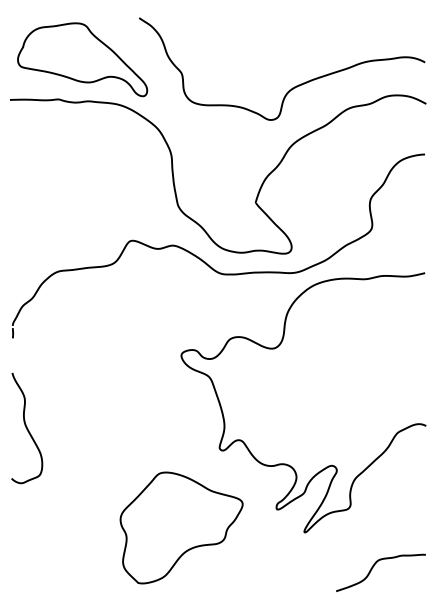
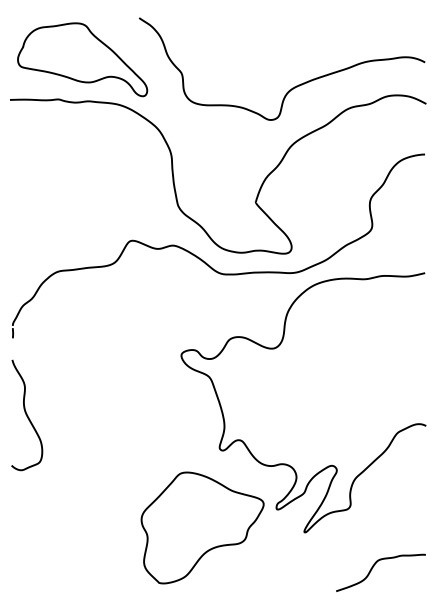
curve at (27, 428) position: (27, 428) -> (27, 415)
part at (181, 527) position: (181, 527) -> (202, 527)
